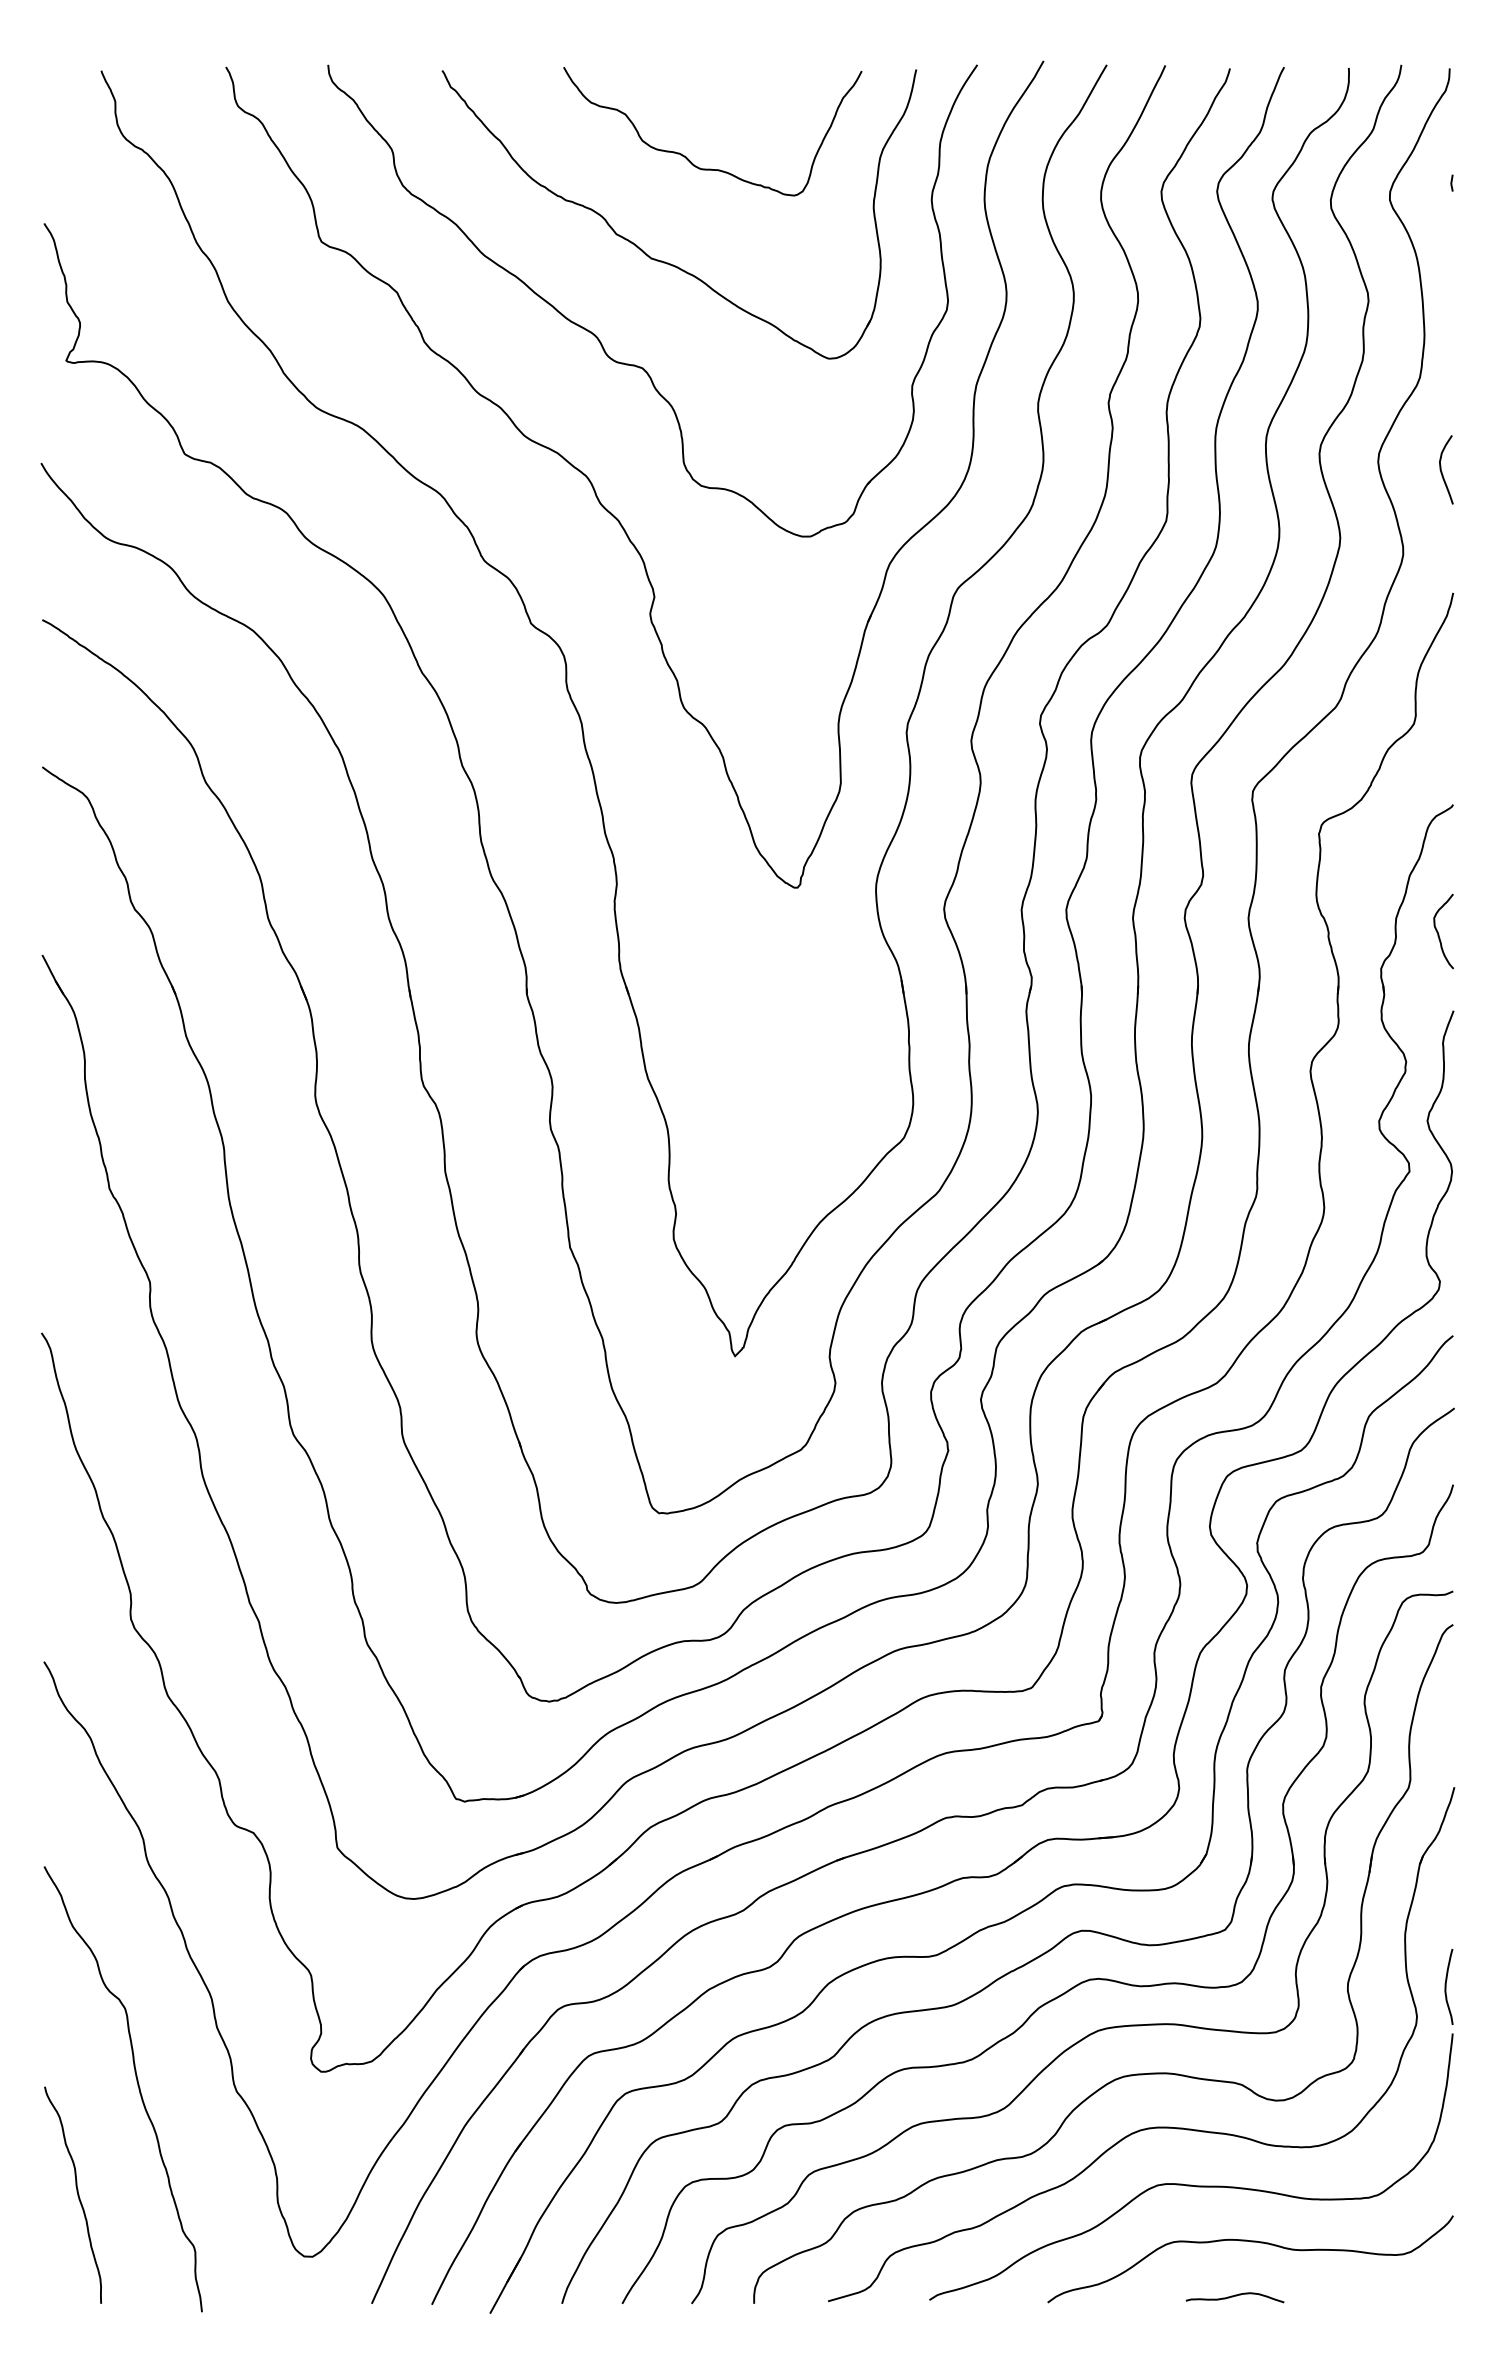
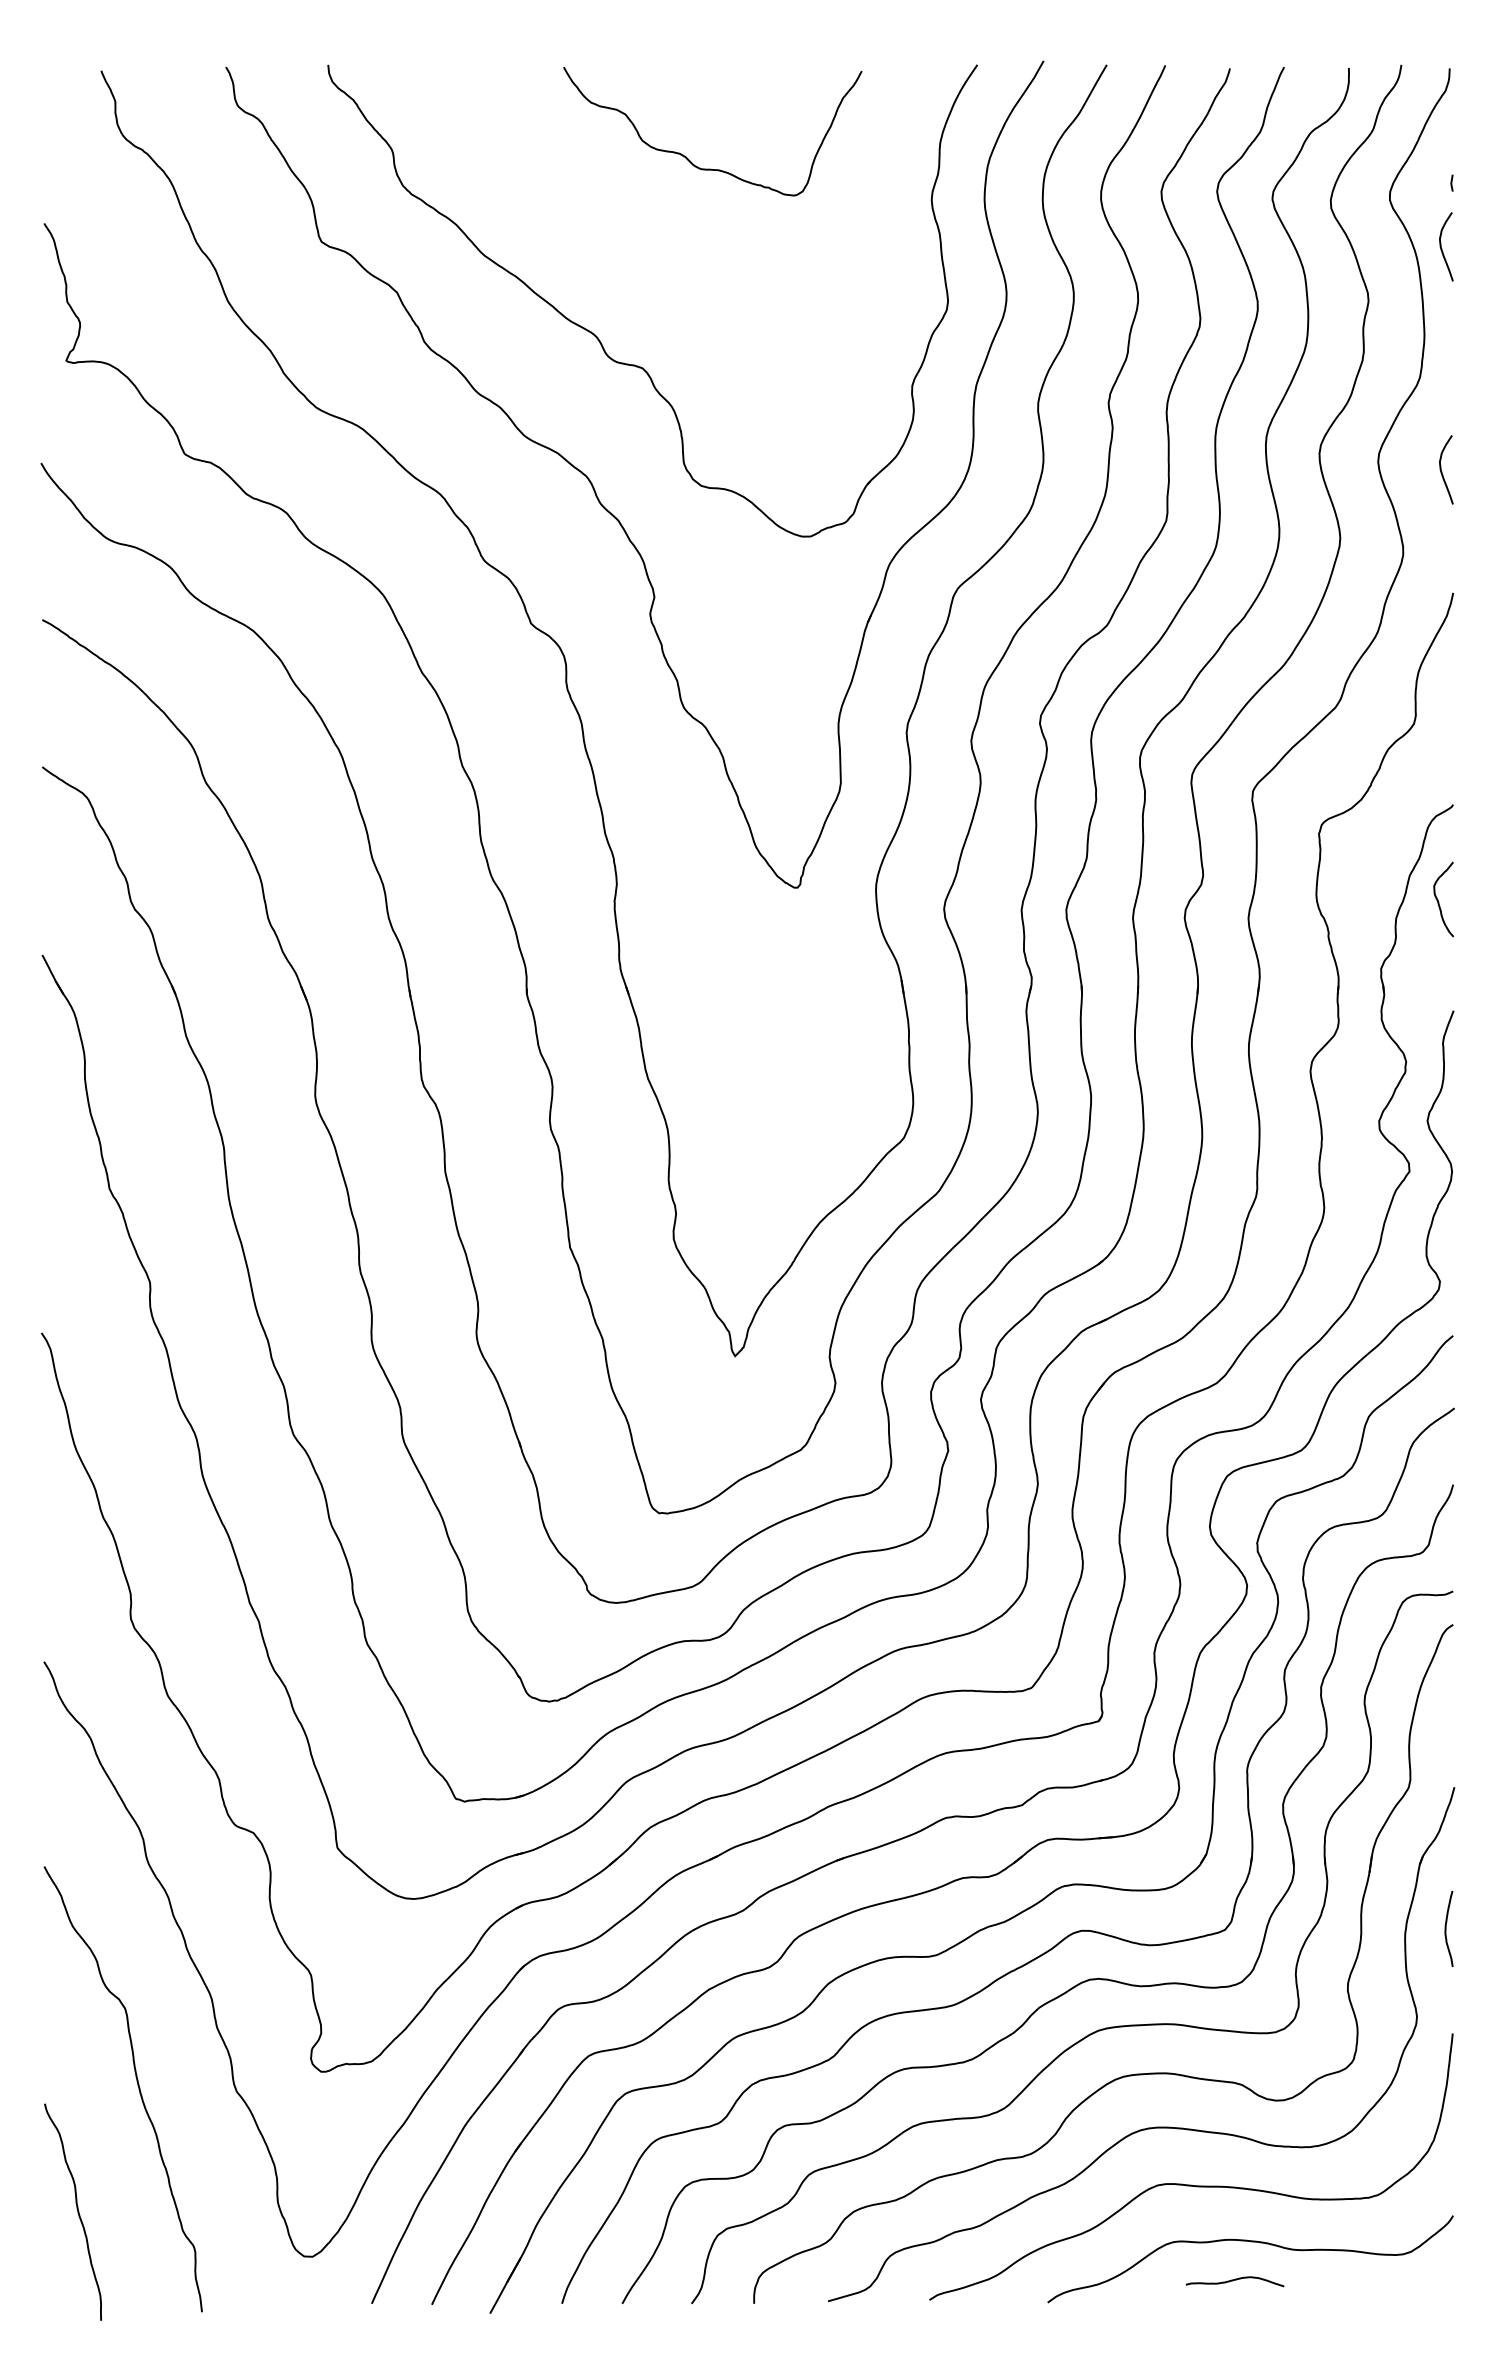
curve at (1442, 248): none -> present
part at (662, 260): present -> none
curve at (1438, 931) position: (1438, 931) -> (1438, 899)
curve at (1446, 1986) position: (1446, 1986) -> (1446, 1928)
curve at (76, 2191) position: (76, 2191) -> (76, 2208)
curve at (1234, 2296) position: (1234, 2296) -> (1234, 2280)
